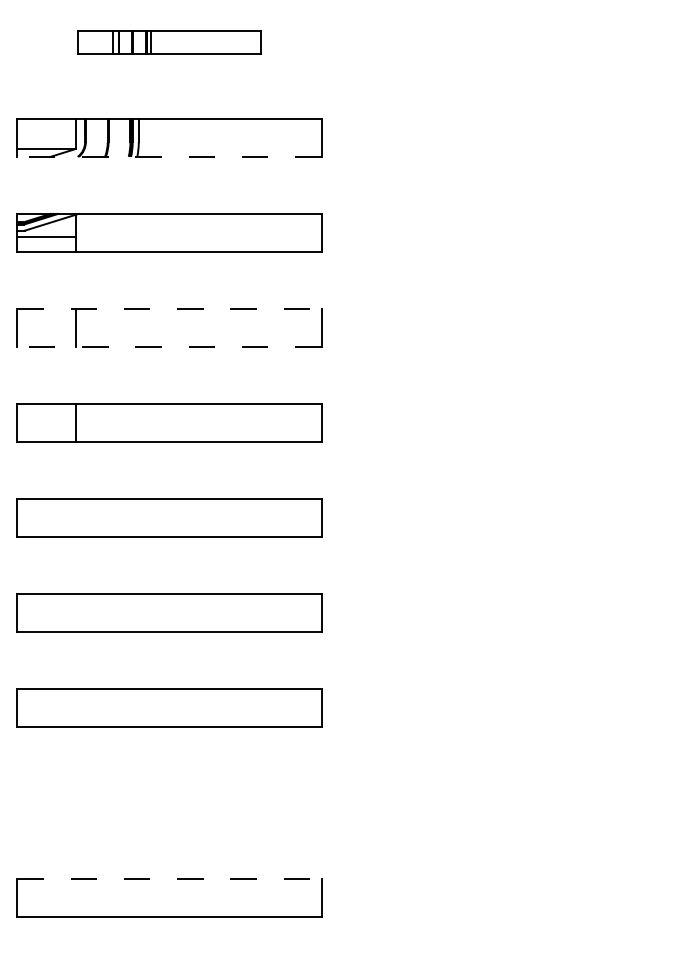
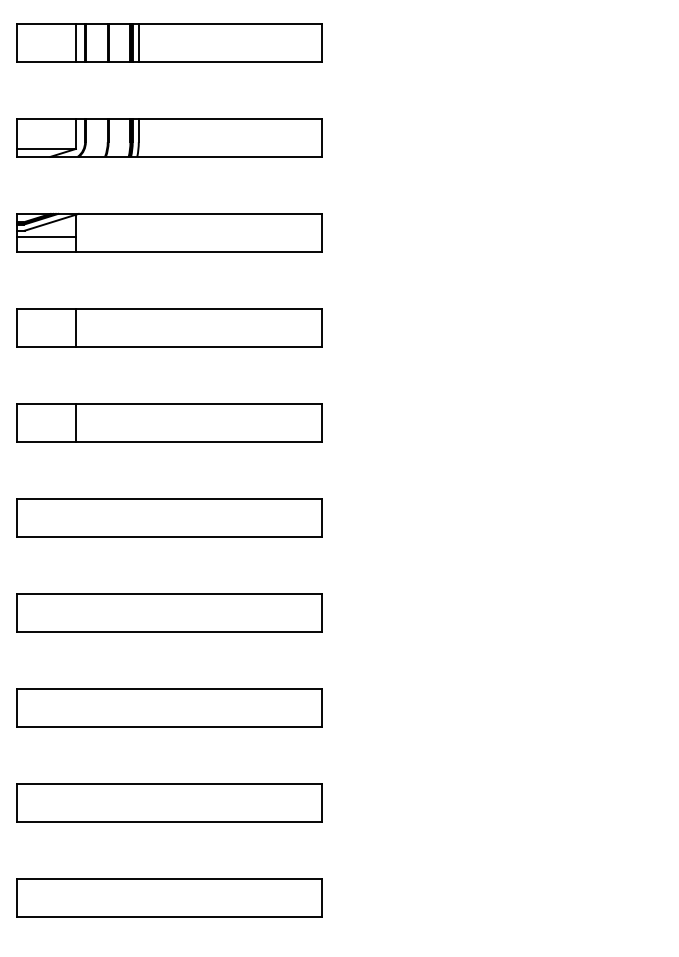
part at (169, 42) size: 185x25 px -> 307x40 px
line at (168, 156): dashed -> solid
line at (169, 308): dashed -> solid
line at (168, 347): dashed -> solid
part at (169, 802): none -> present
line at (169, 879): dashed -> solid
